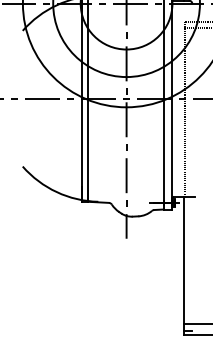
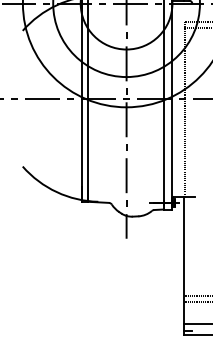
line at (196, 296): none -> present
line at (196, 302): none -> present
